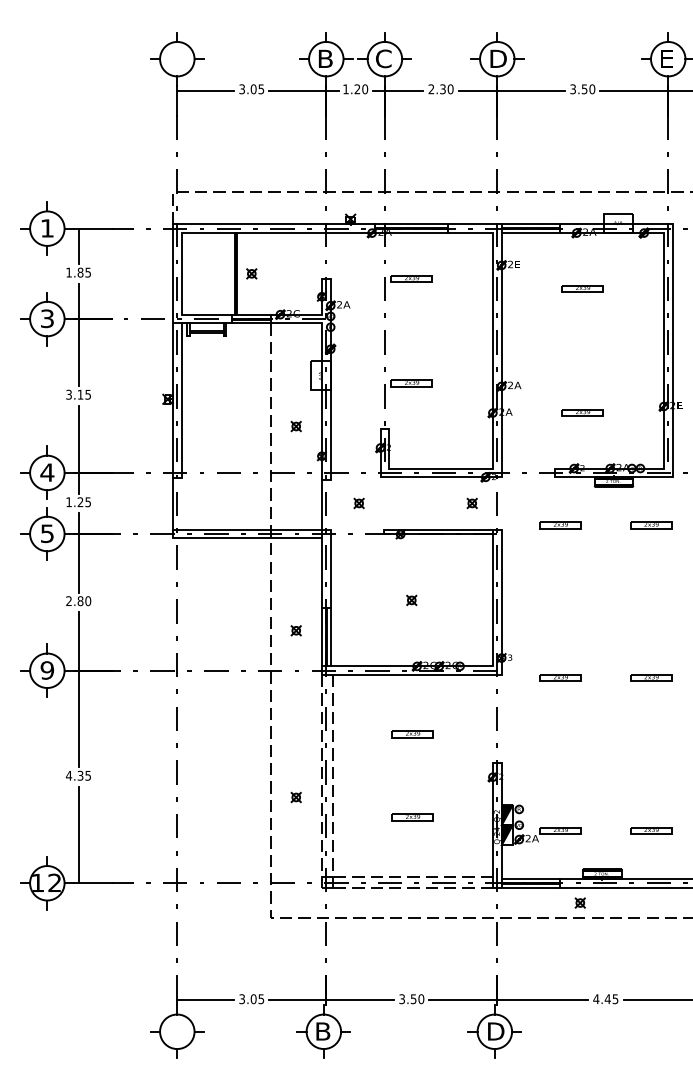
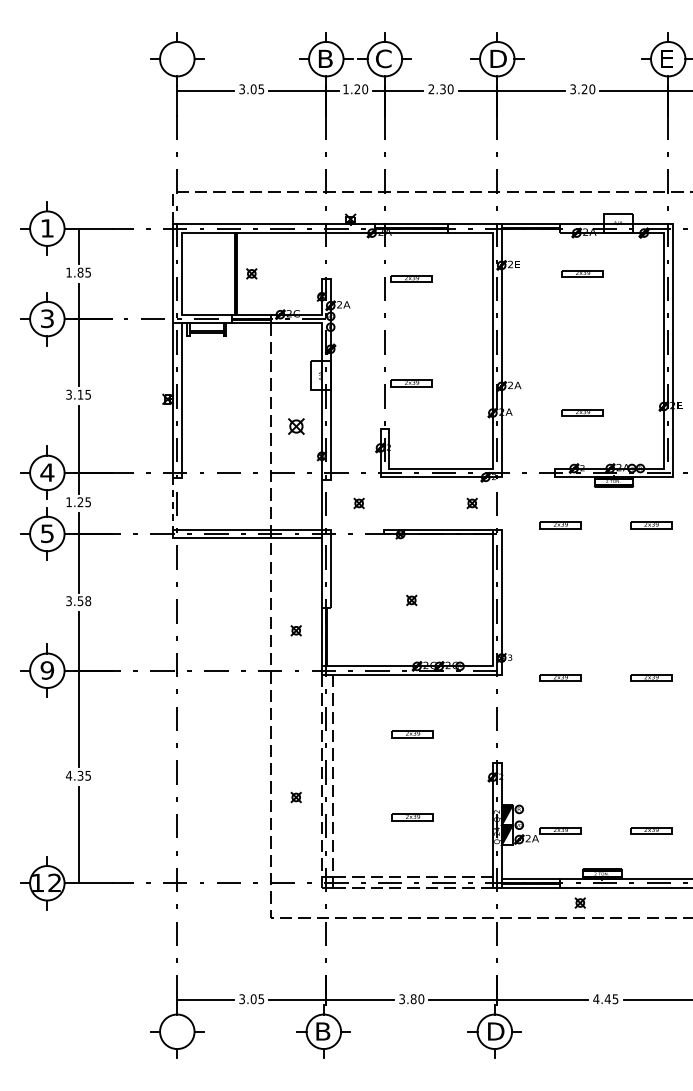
text at (584, 89): 3.50 -> 3.20
line at (530, 233): present -> none
part at (582, 288) position: (582, 288) -> (582, 273)
part at (295, 426) size: 12x13 px -> 17x17 px
line at (172, 503): solid -> dashed
text at (78, 601): 2.80 -> 3.58
line at (330, 636): present -> none
text at (413, 999): 3.50 -> 3.80
